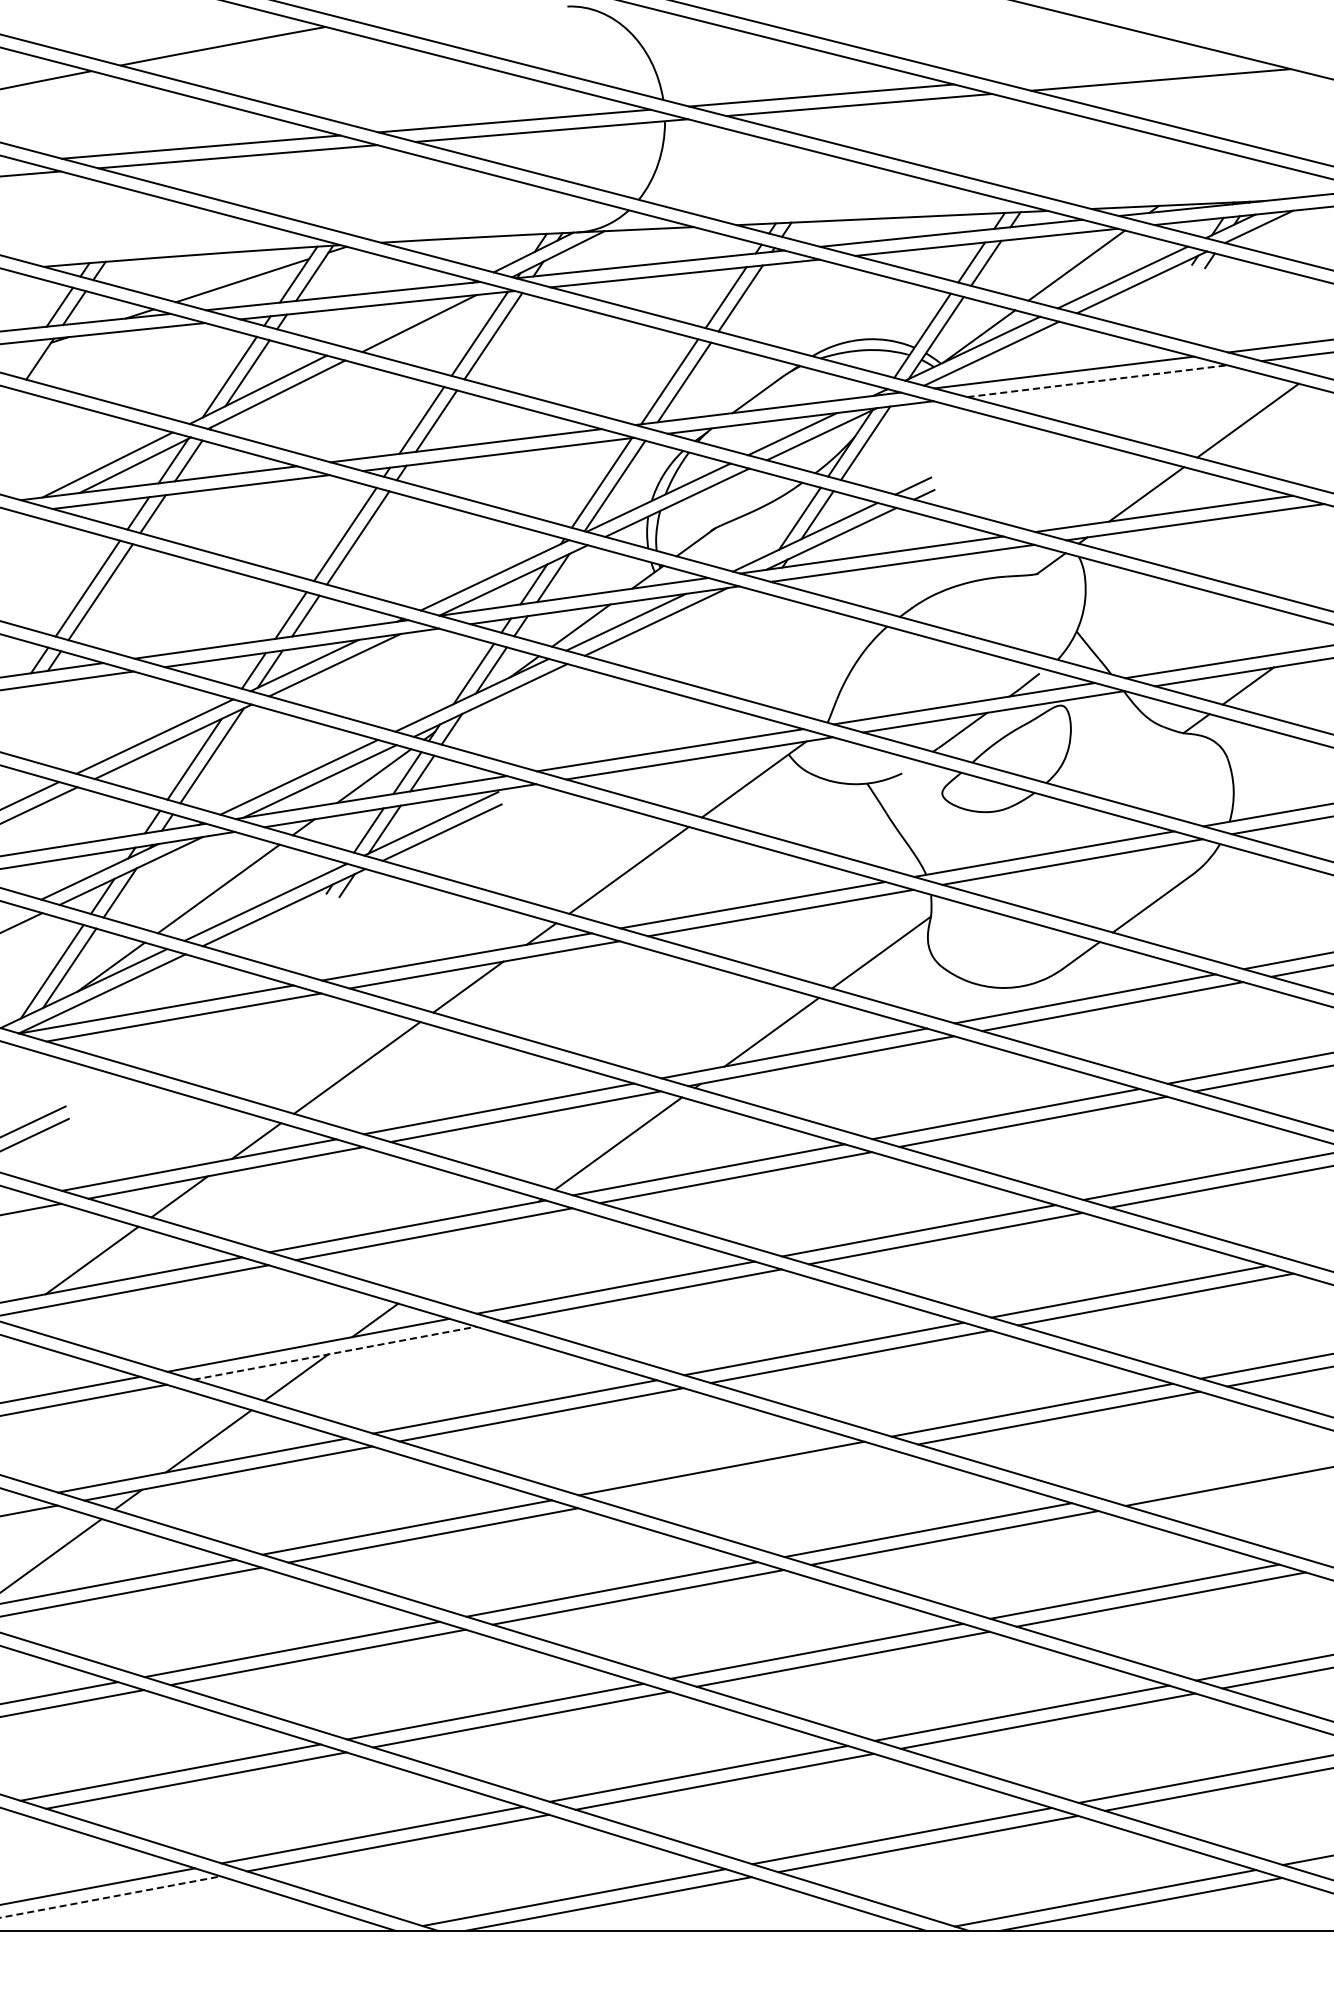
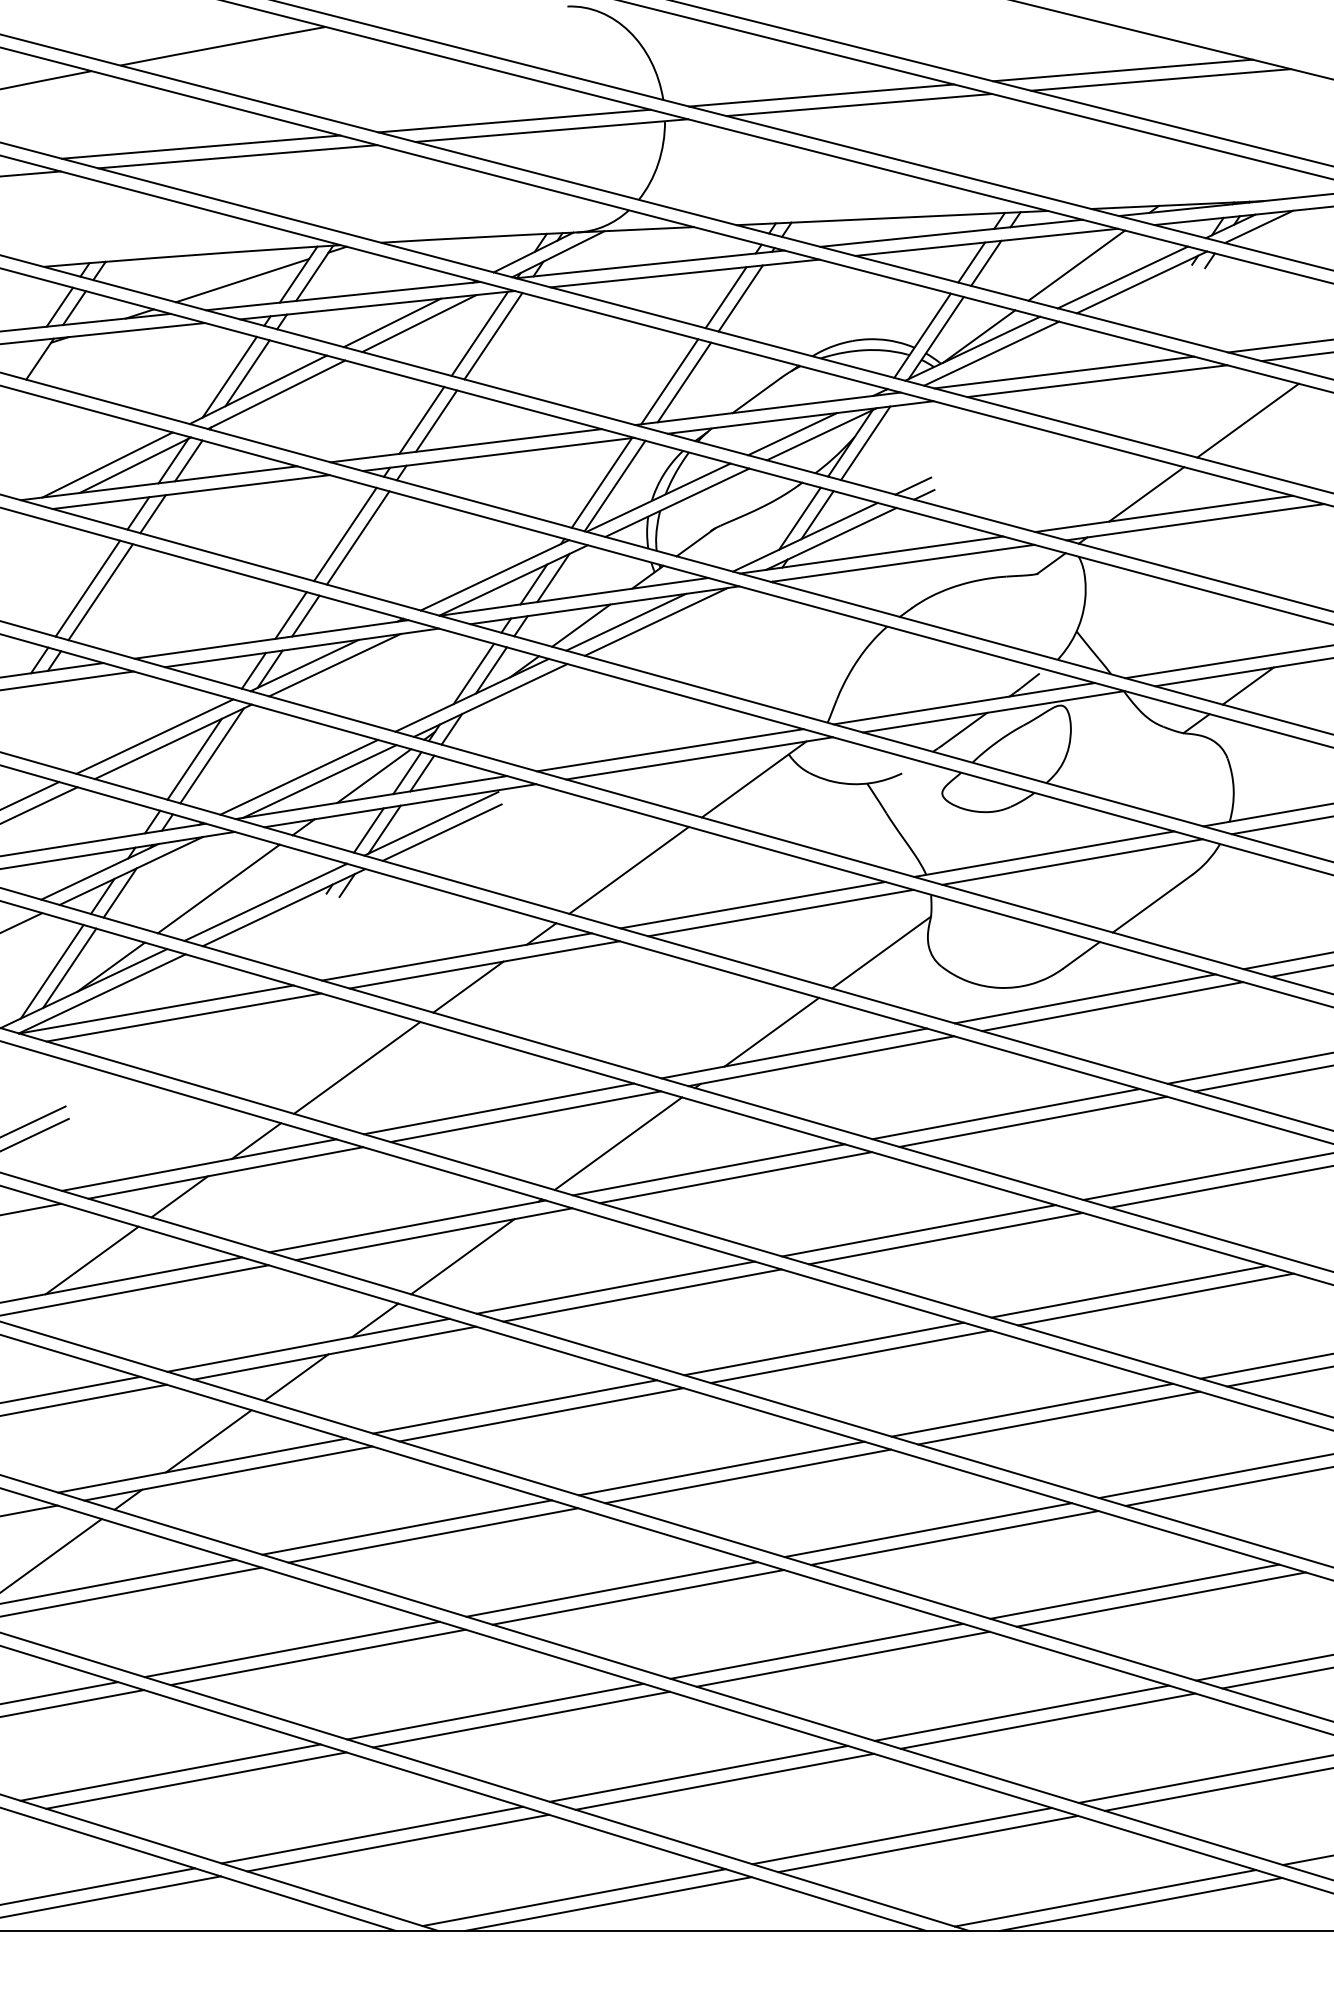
line at (1122, 70): none -> present
line at (392, 322): none -> present
line at (1097, 381): dashed -> solid
line at (462, 1256): none -> present
line at (334, 1353): dashed -> solid
line at (748, 1476): none -> present
line at (1214, 1476): none -> present
line at (111, 1896): dashed -> solid
